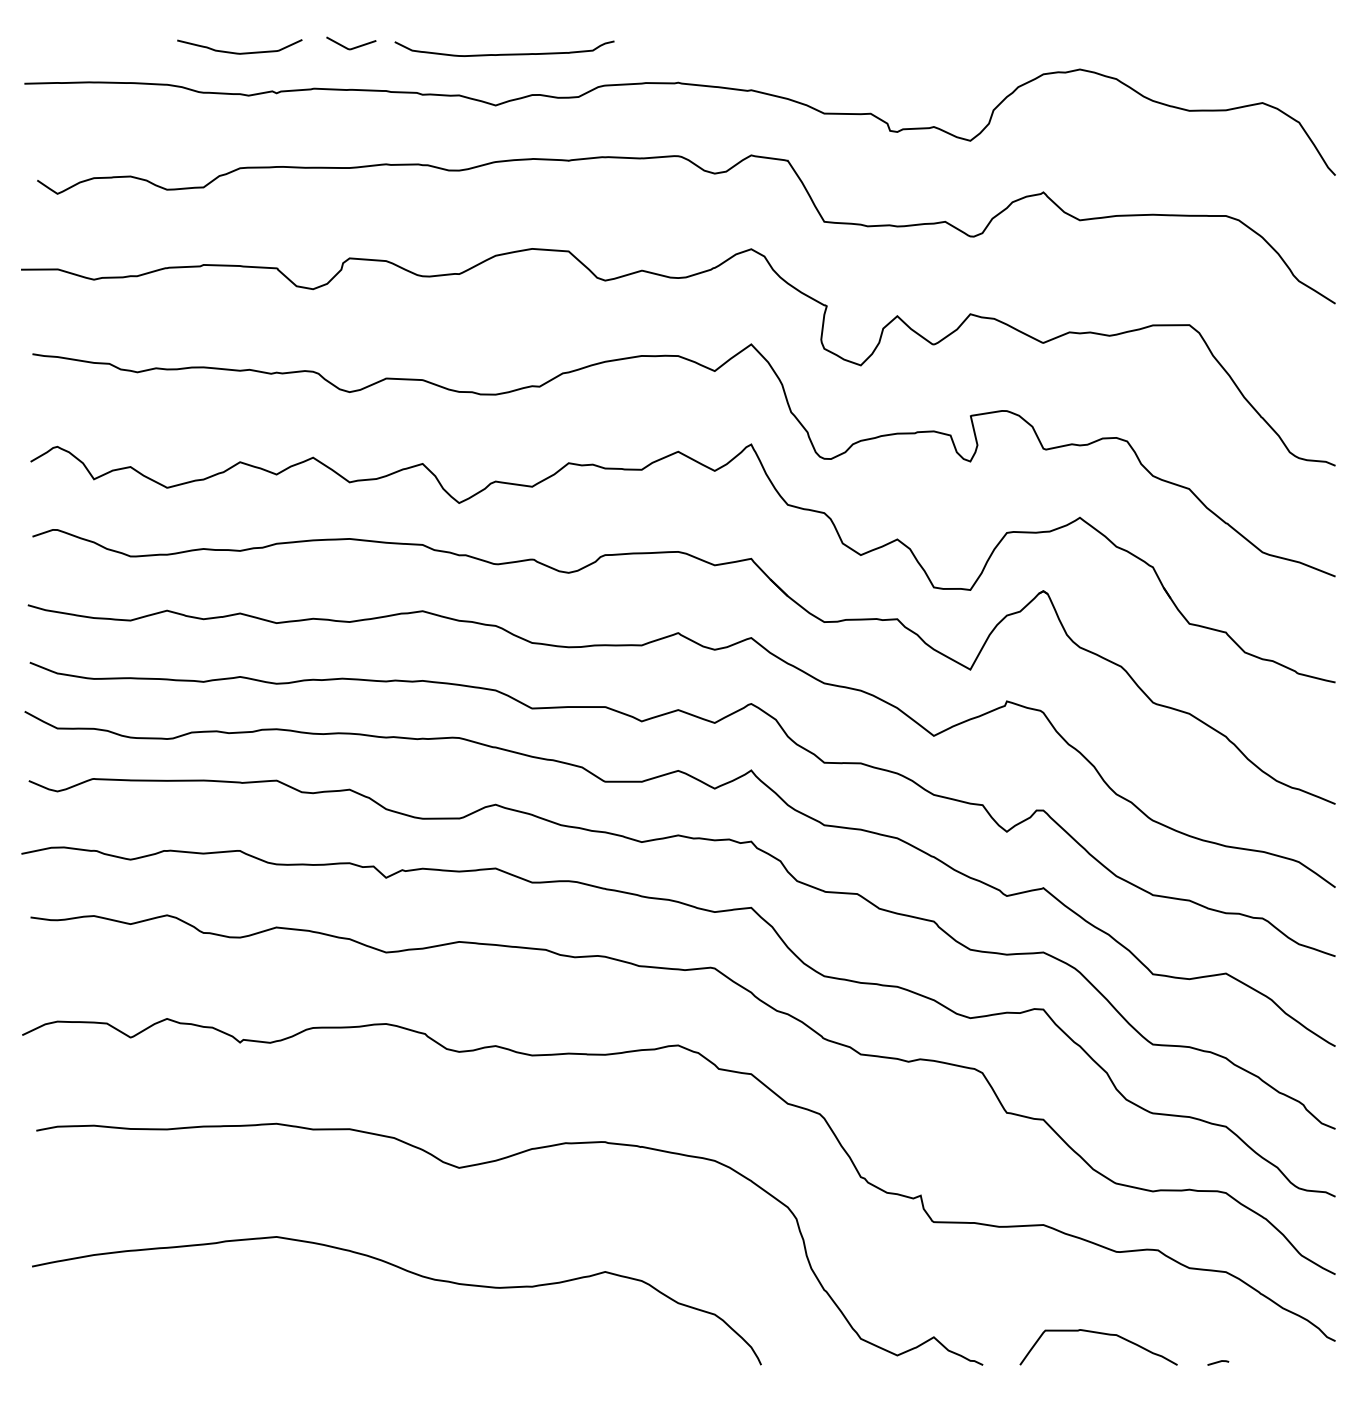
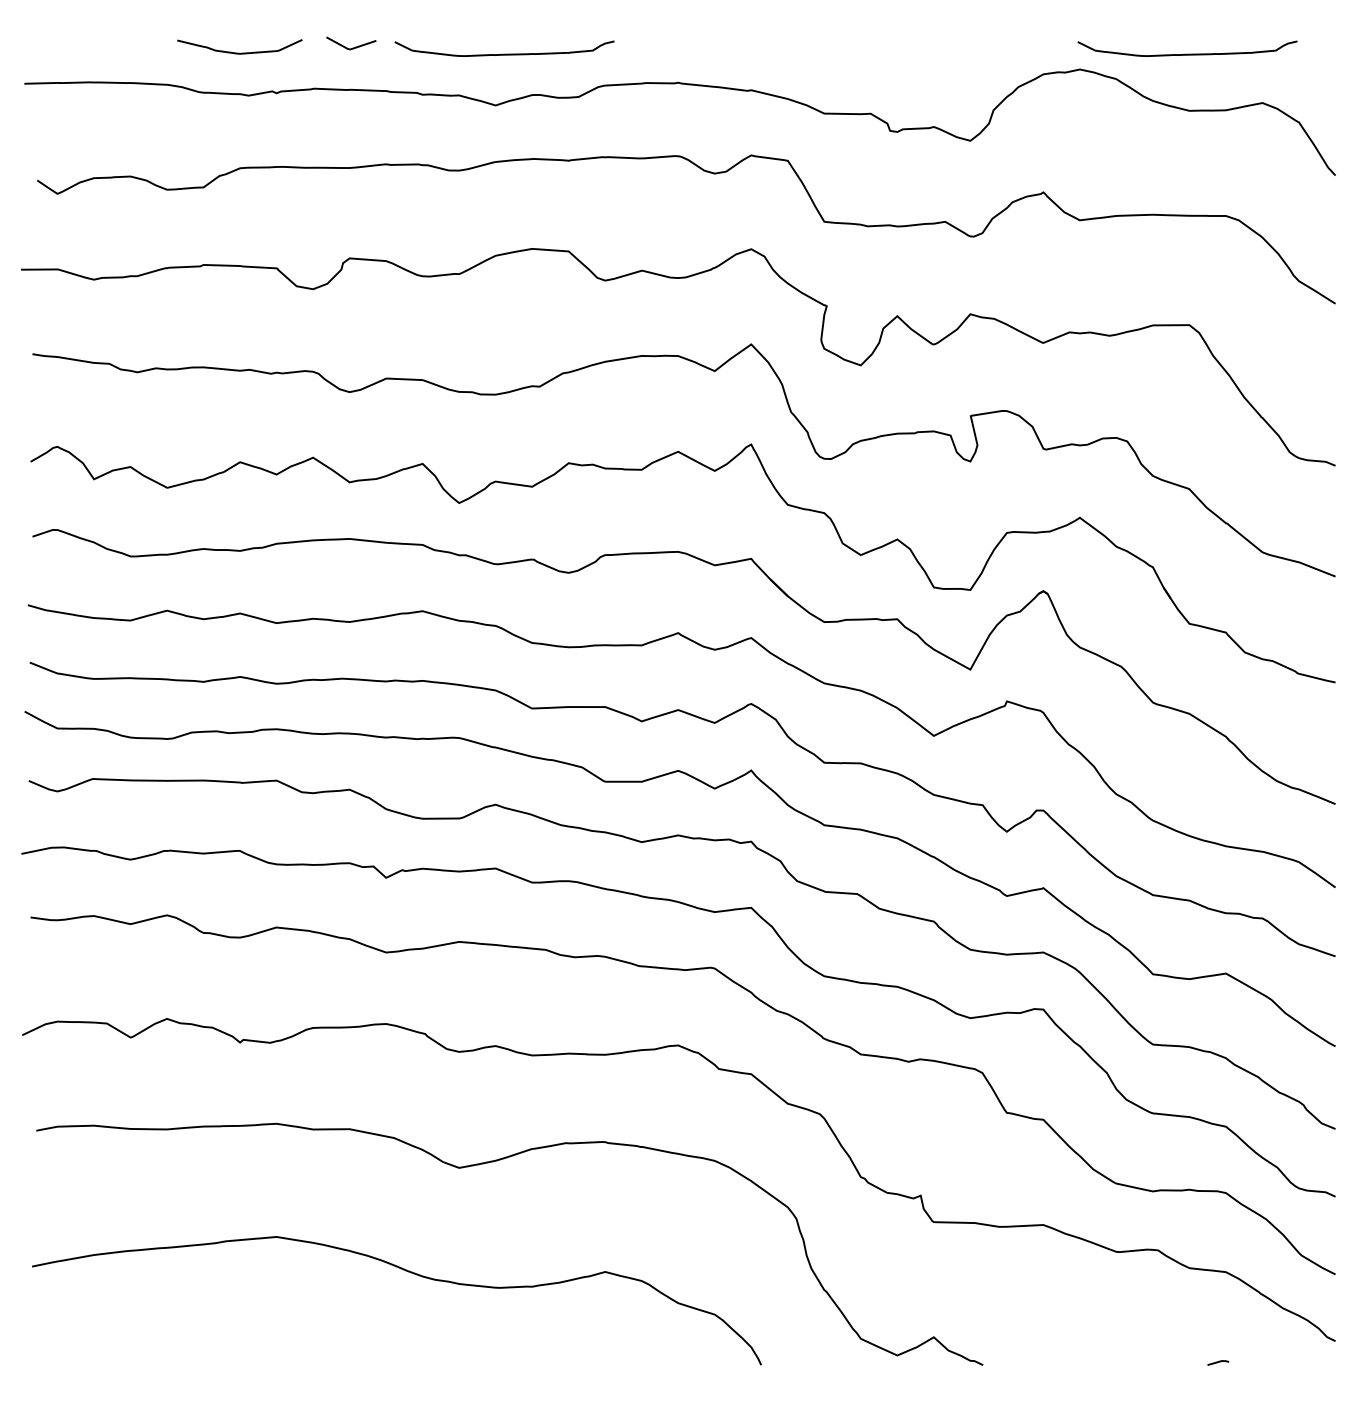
curve at (1187, 53): none -> present
curve at (1101, 1334): present -> none
